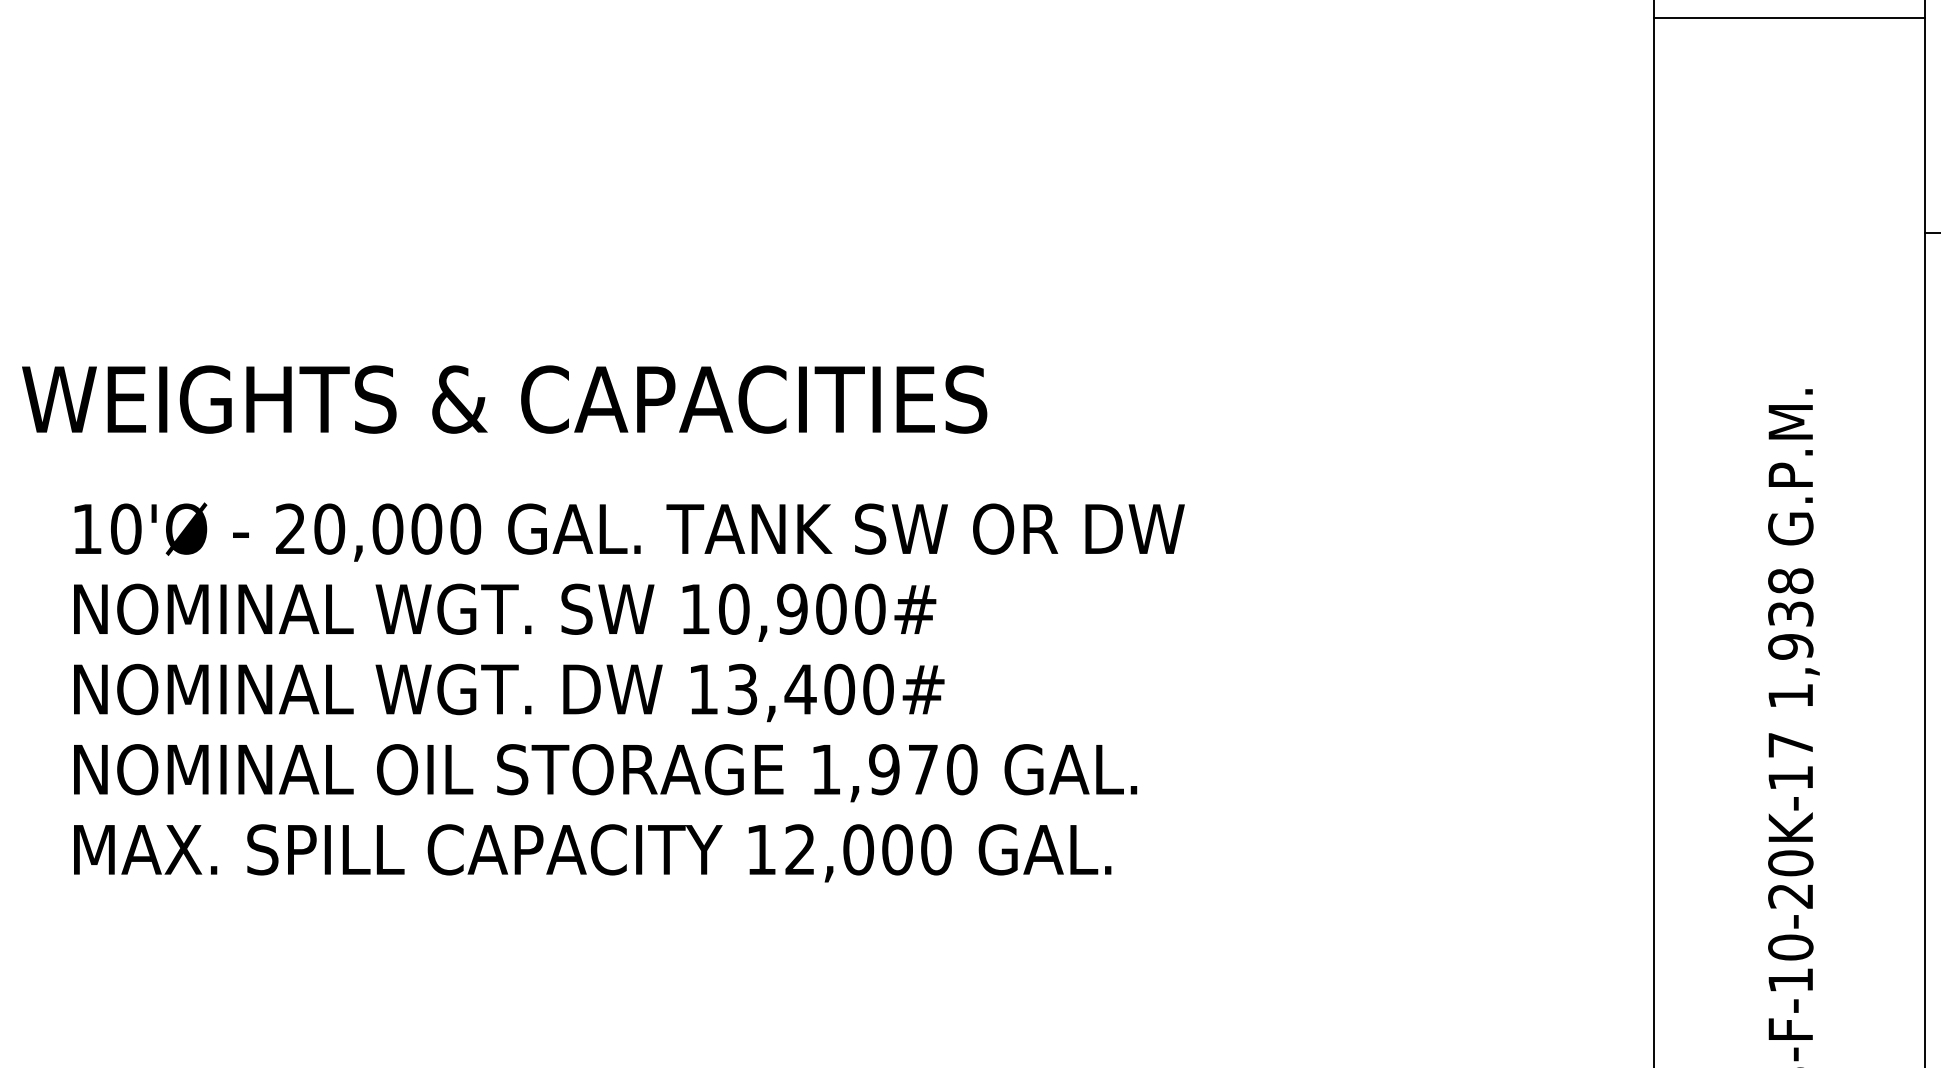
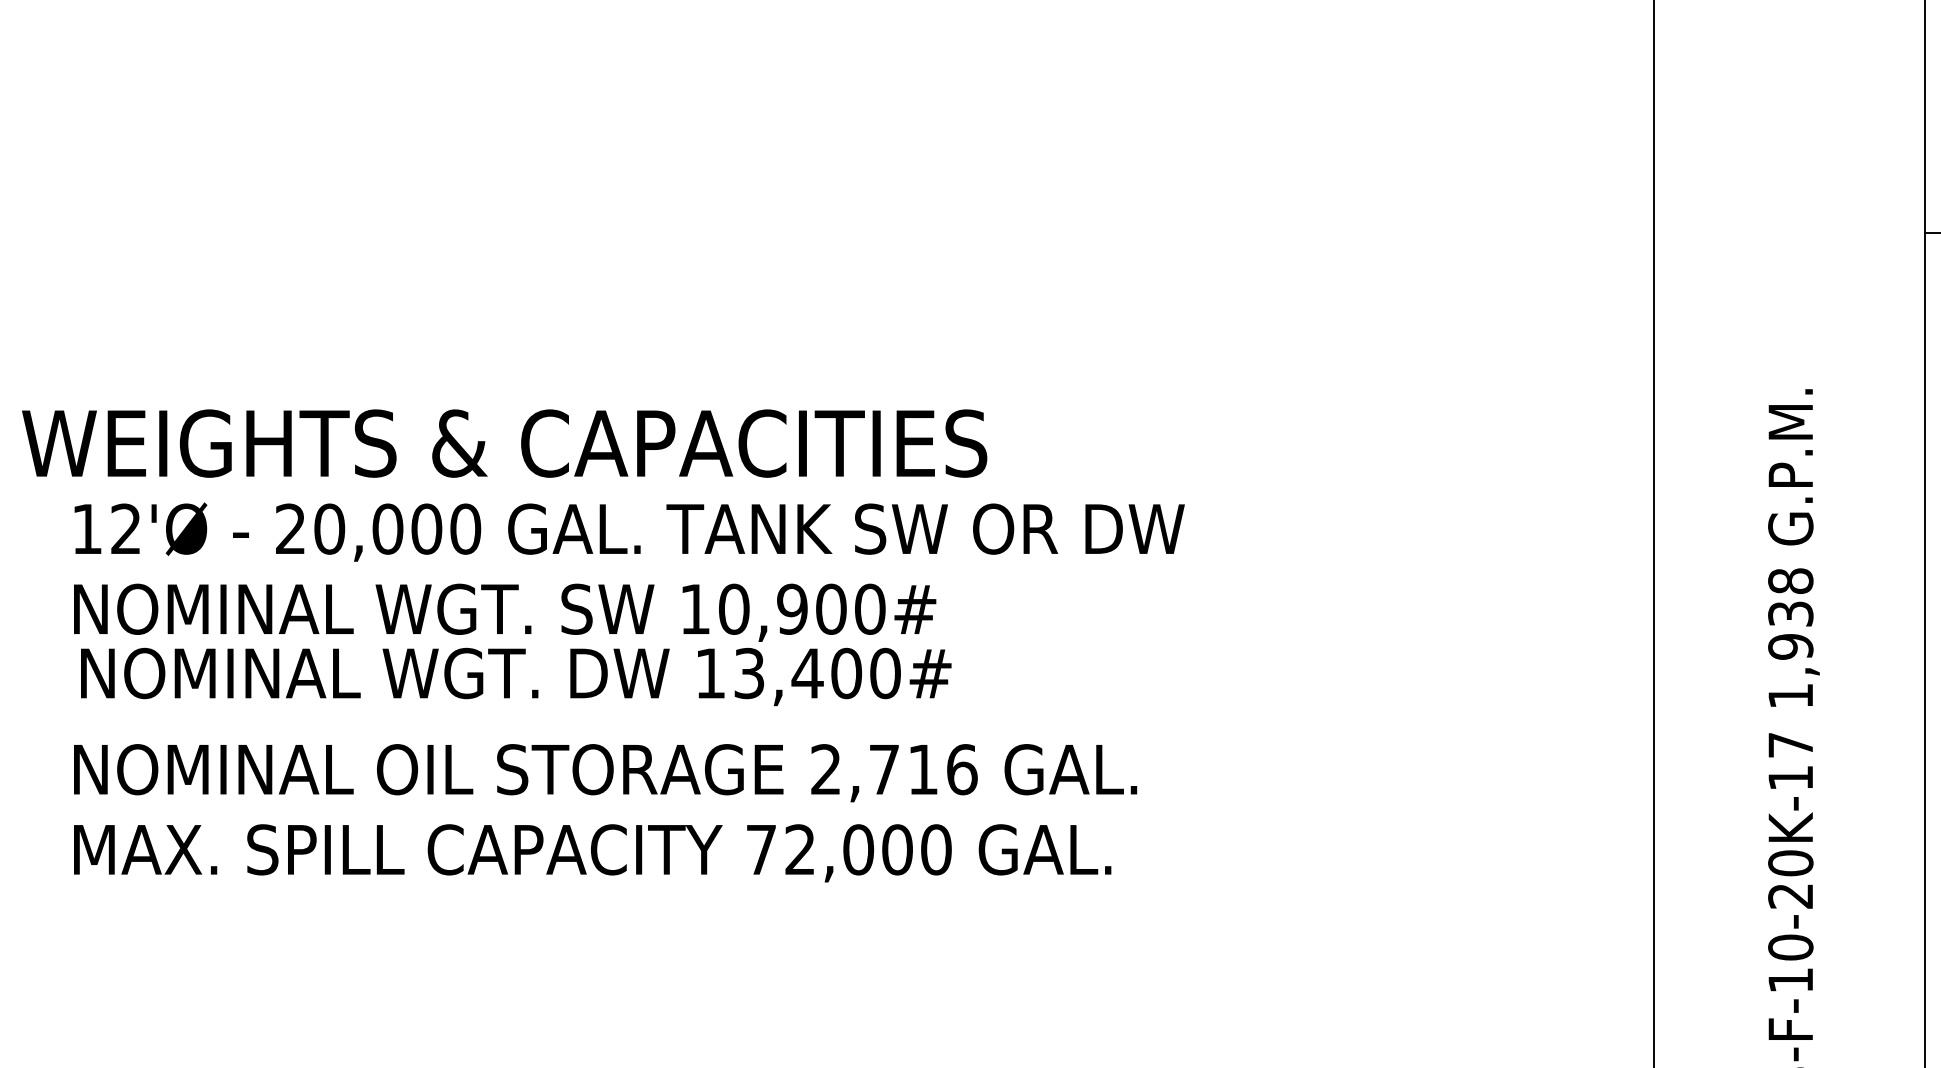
line at (1789, 17): present -> none
text at (504, 399) position: (504, 399) -> (504, 443)
text at (126, 528): 10'Ø -> 12'Ø
text at (509, 692) position: (509, 692) -> (516, 676)
text at (894, 769): 1,970 -> 2,716
text at (761, 849): 12,000 -> 72,000
